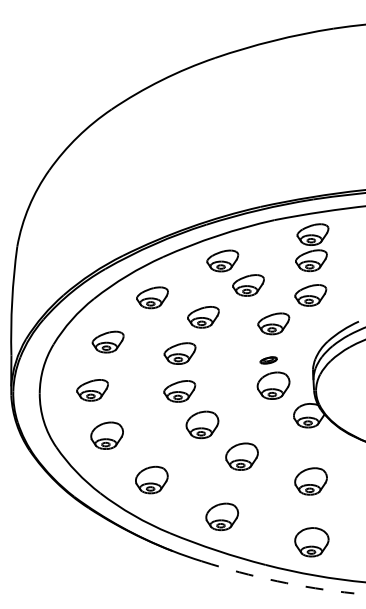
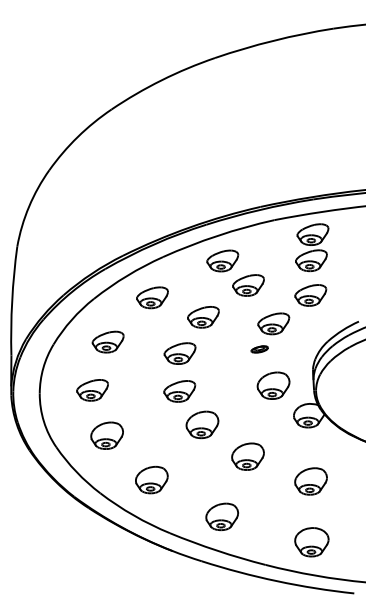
part at (268, 360) position: (268, 360) -> (259, 349)
part at (241, 456) position: (241, 456) -> (247, 456)
arc at (277, 581): dashed -> solid
